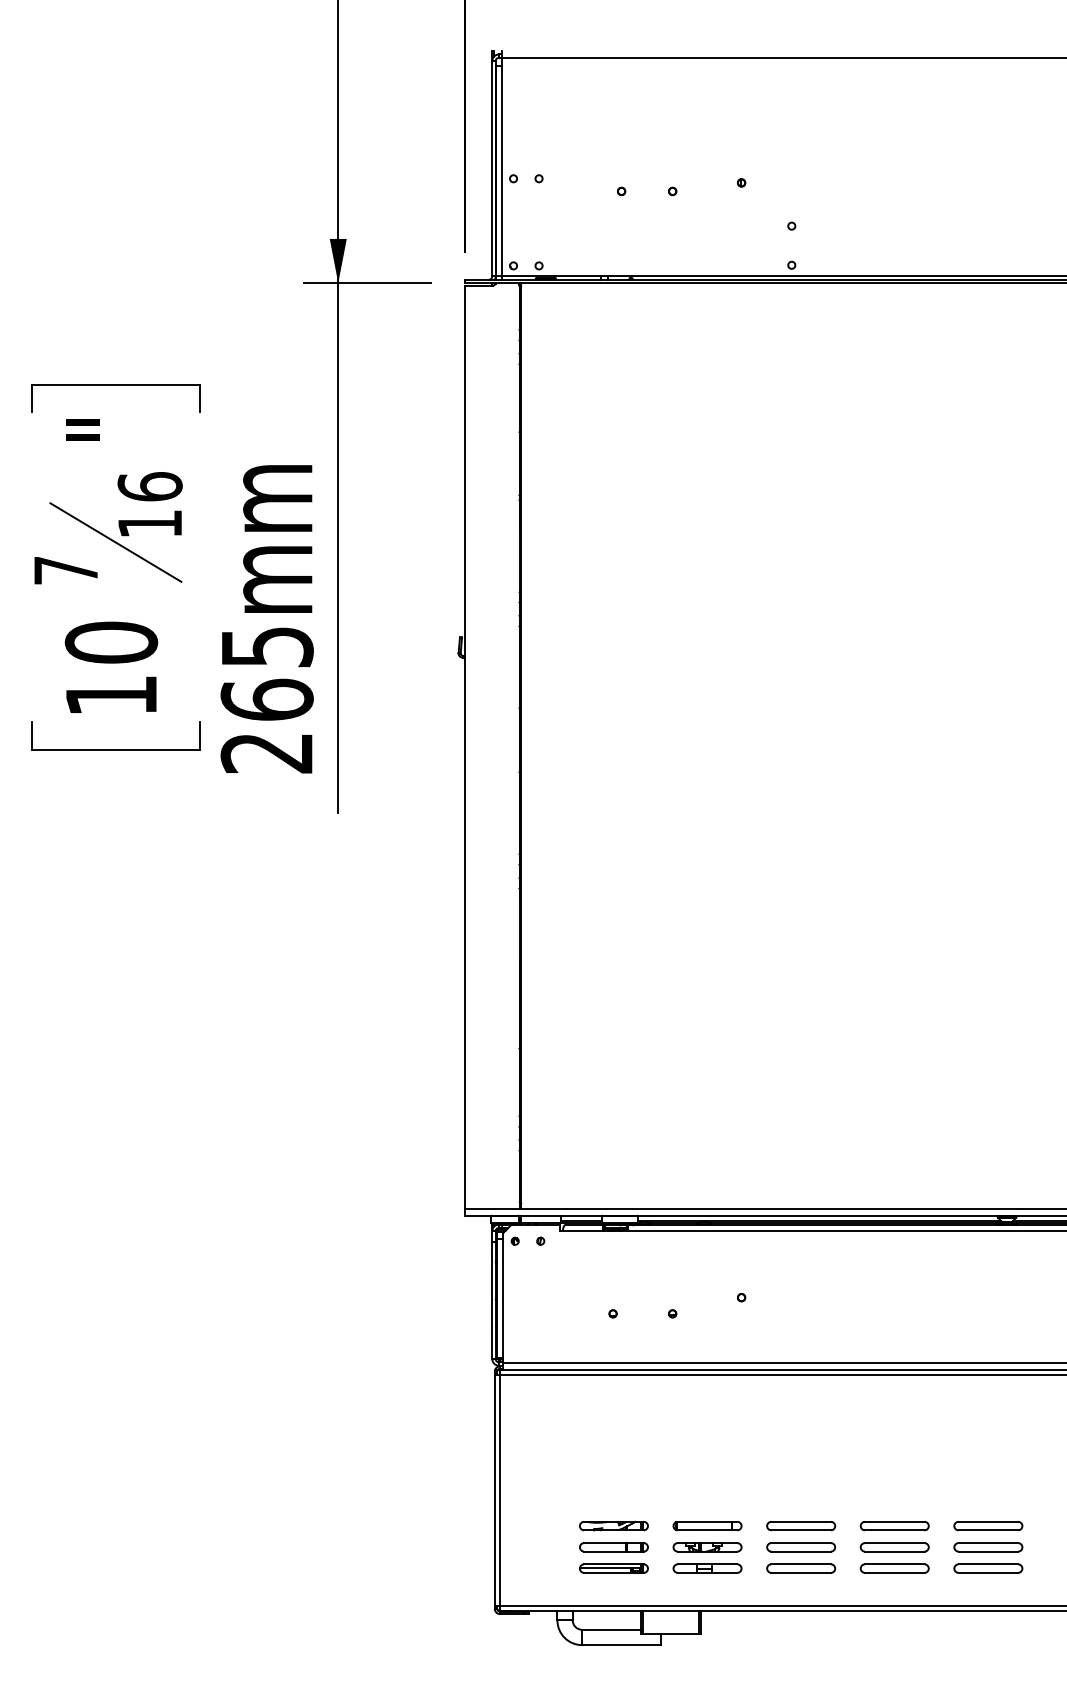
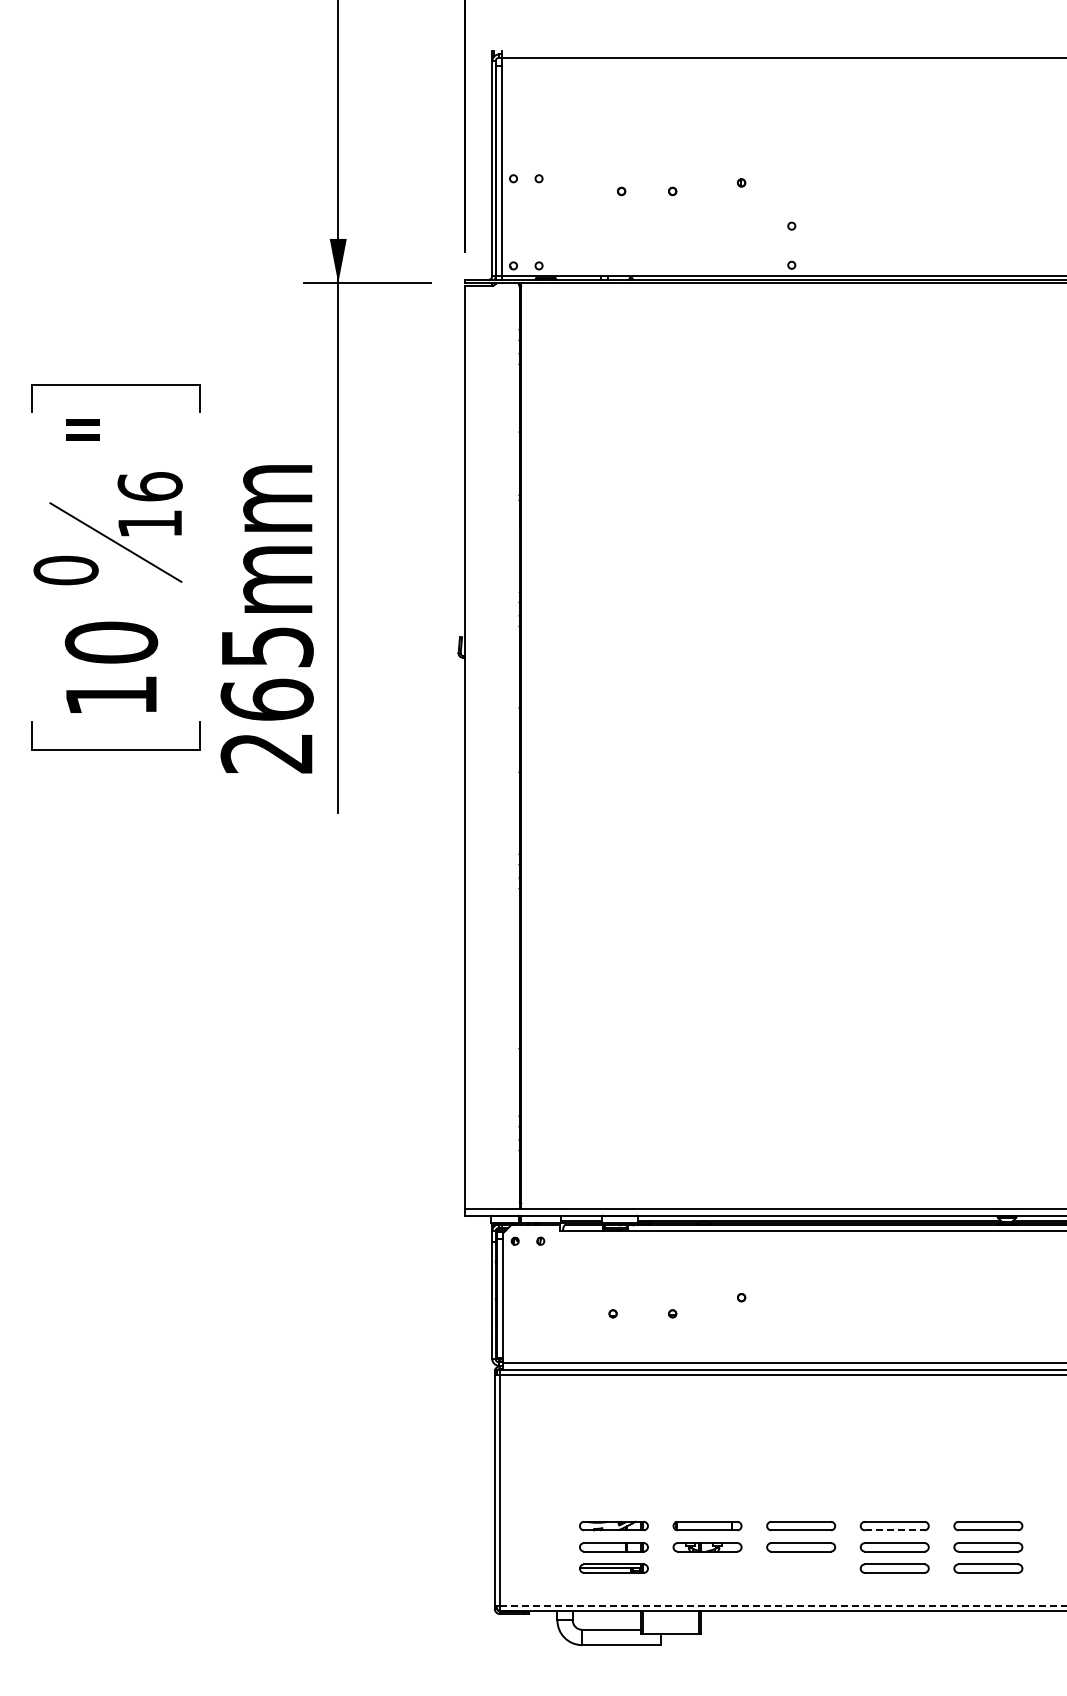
text at (65, 570): 7 -> 0
line at (894, 1530): solid -> dashed
part at (707, 1568): present -> none
part at (801, 1568): present -> none
line at (783, 1606): solid -> dashed
